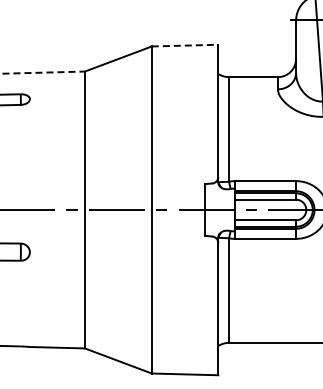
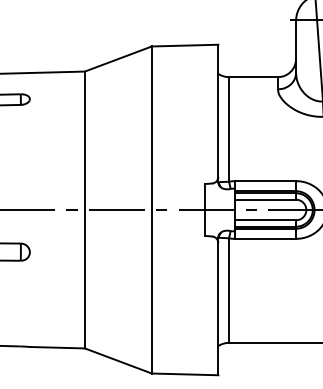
line at (185, 45): dashed -> solid
line at (43, 72): dashed -> solid
